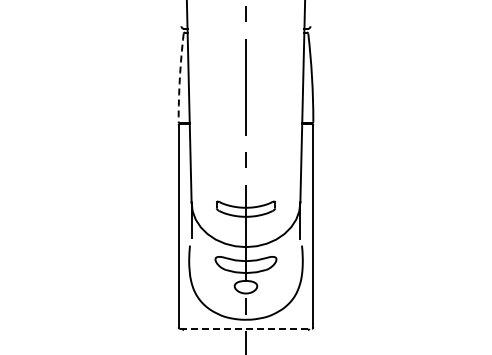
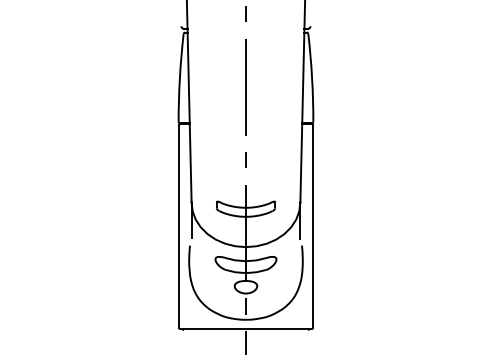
arc at (179, 77): dashed -> solid
line at (246, 328): dashed -> solid
